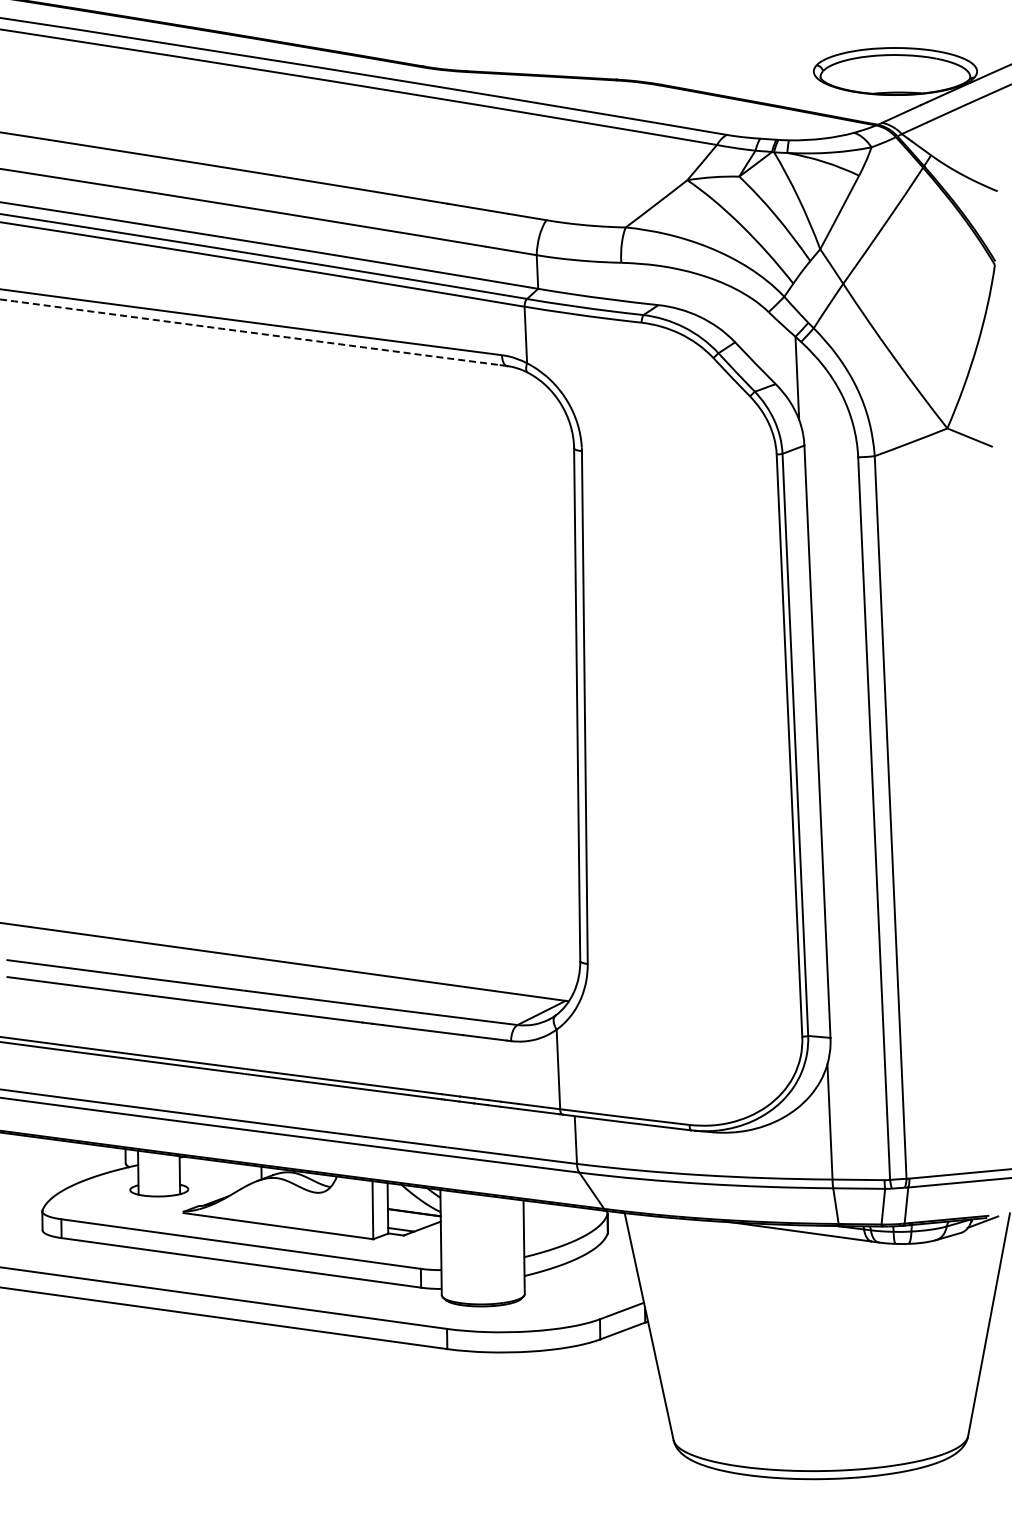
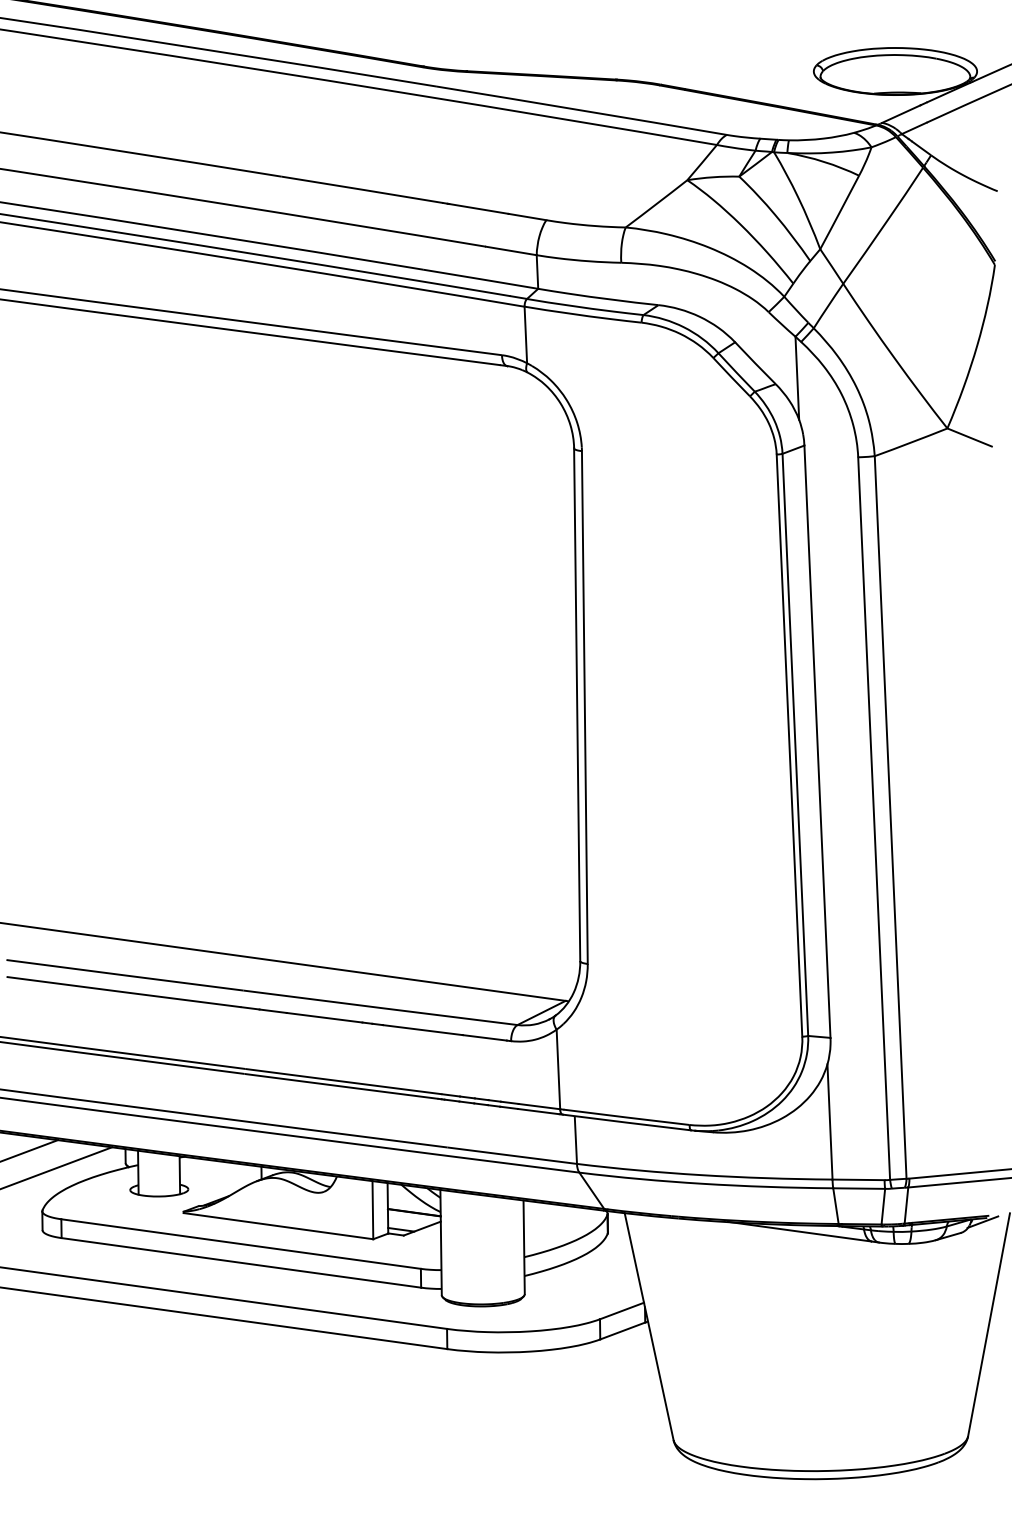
arc at (250, 332): dashed -> solid
line at (30, 1150): none -> present
line at (57, 1167): none -> present
